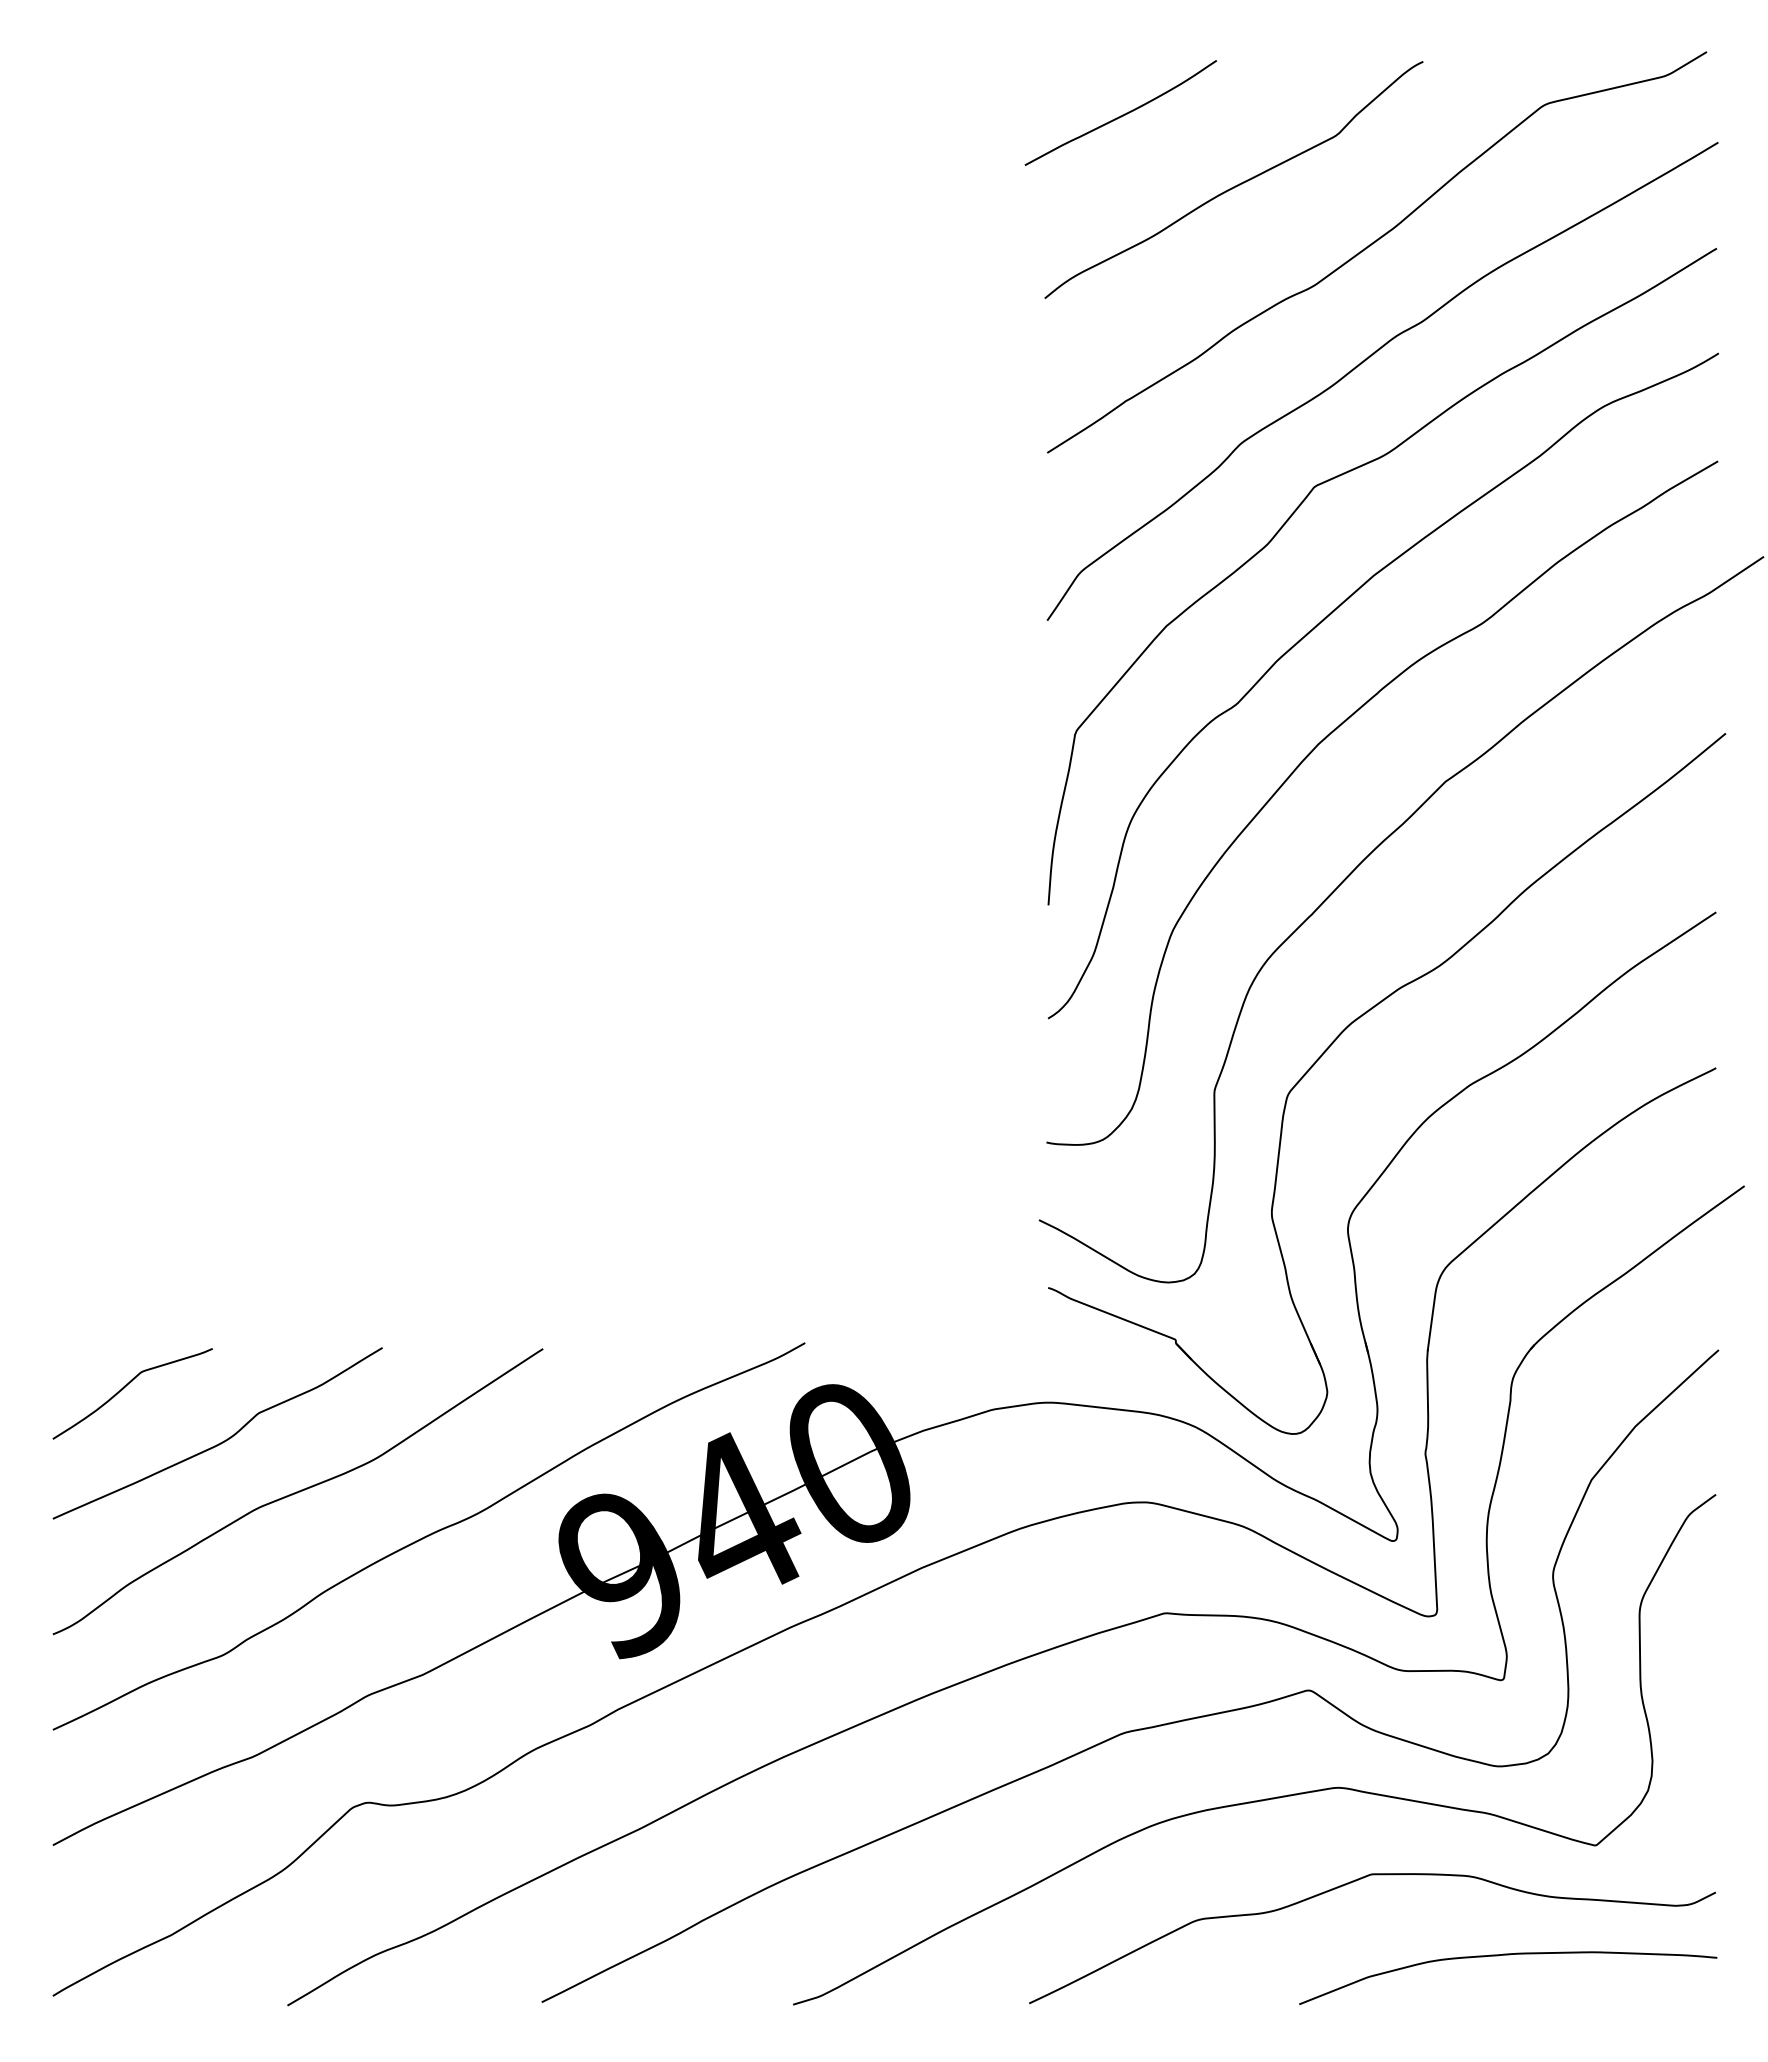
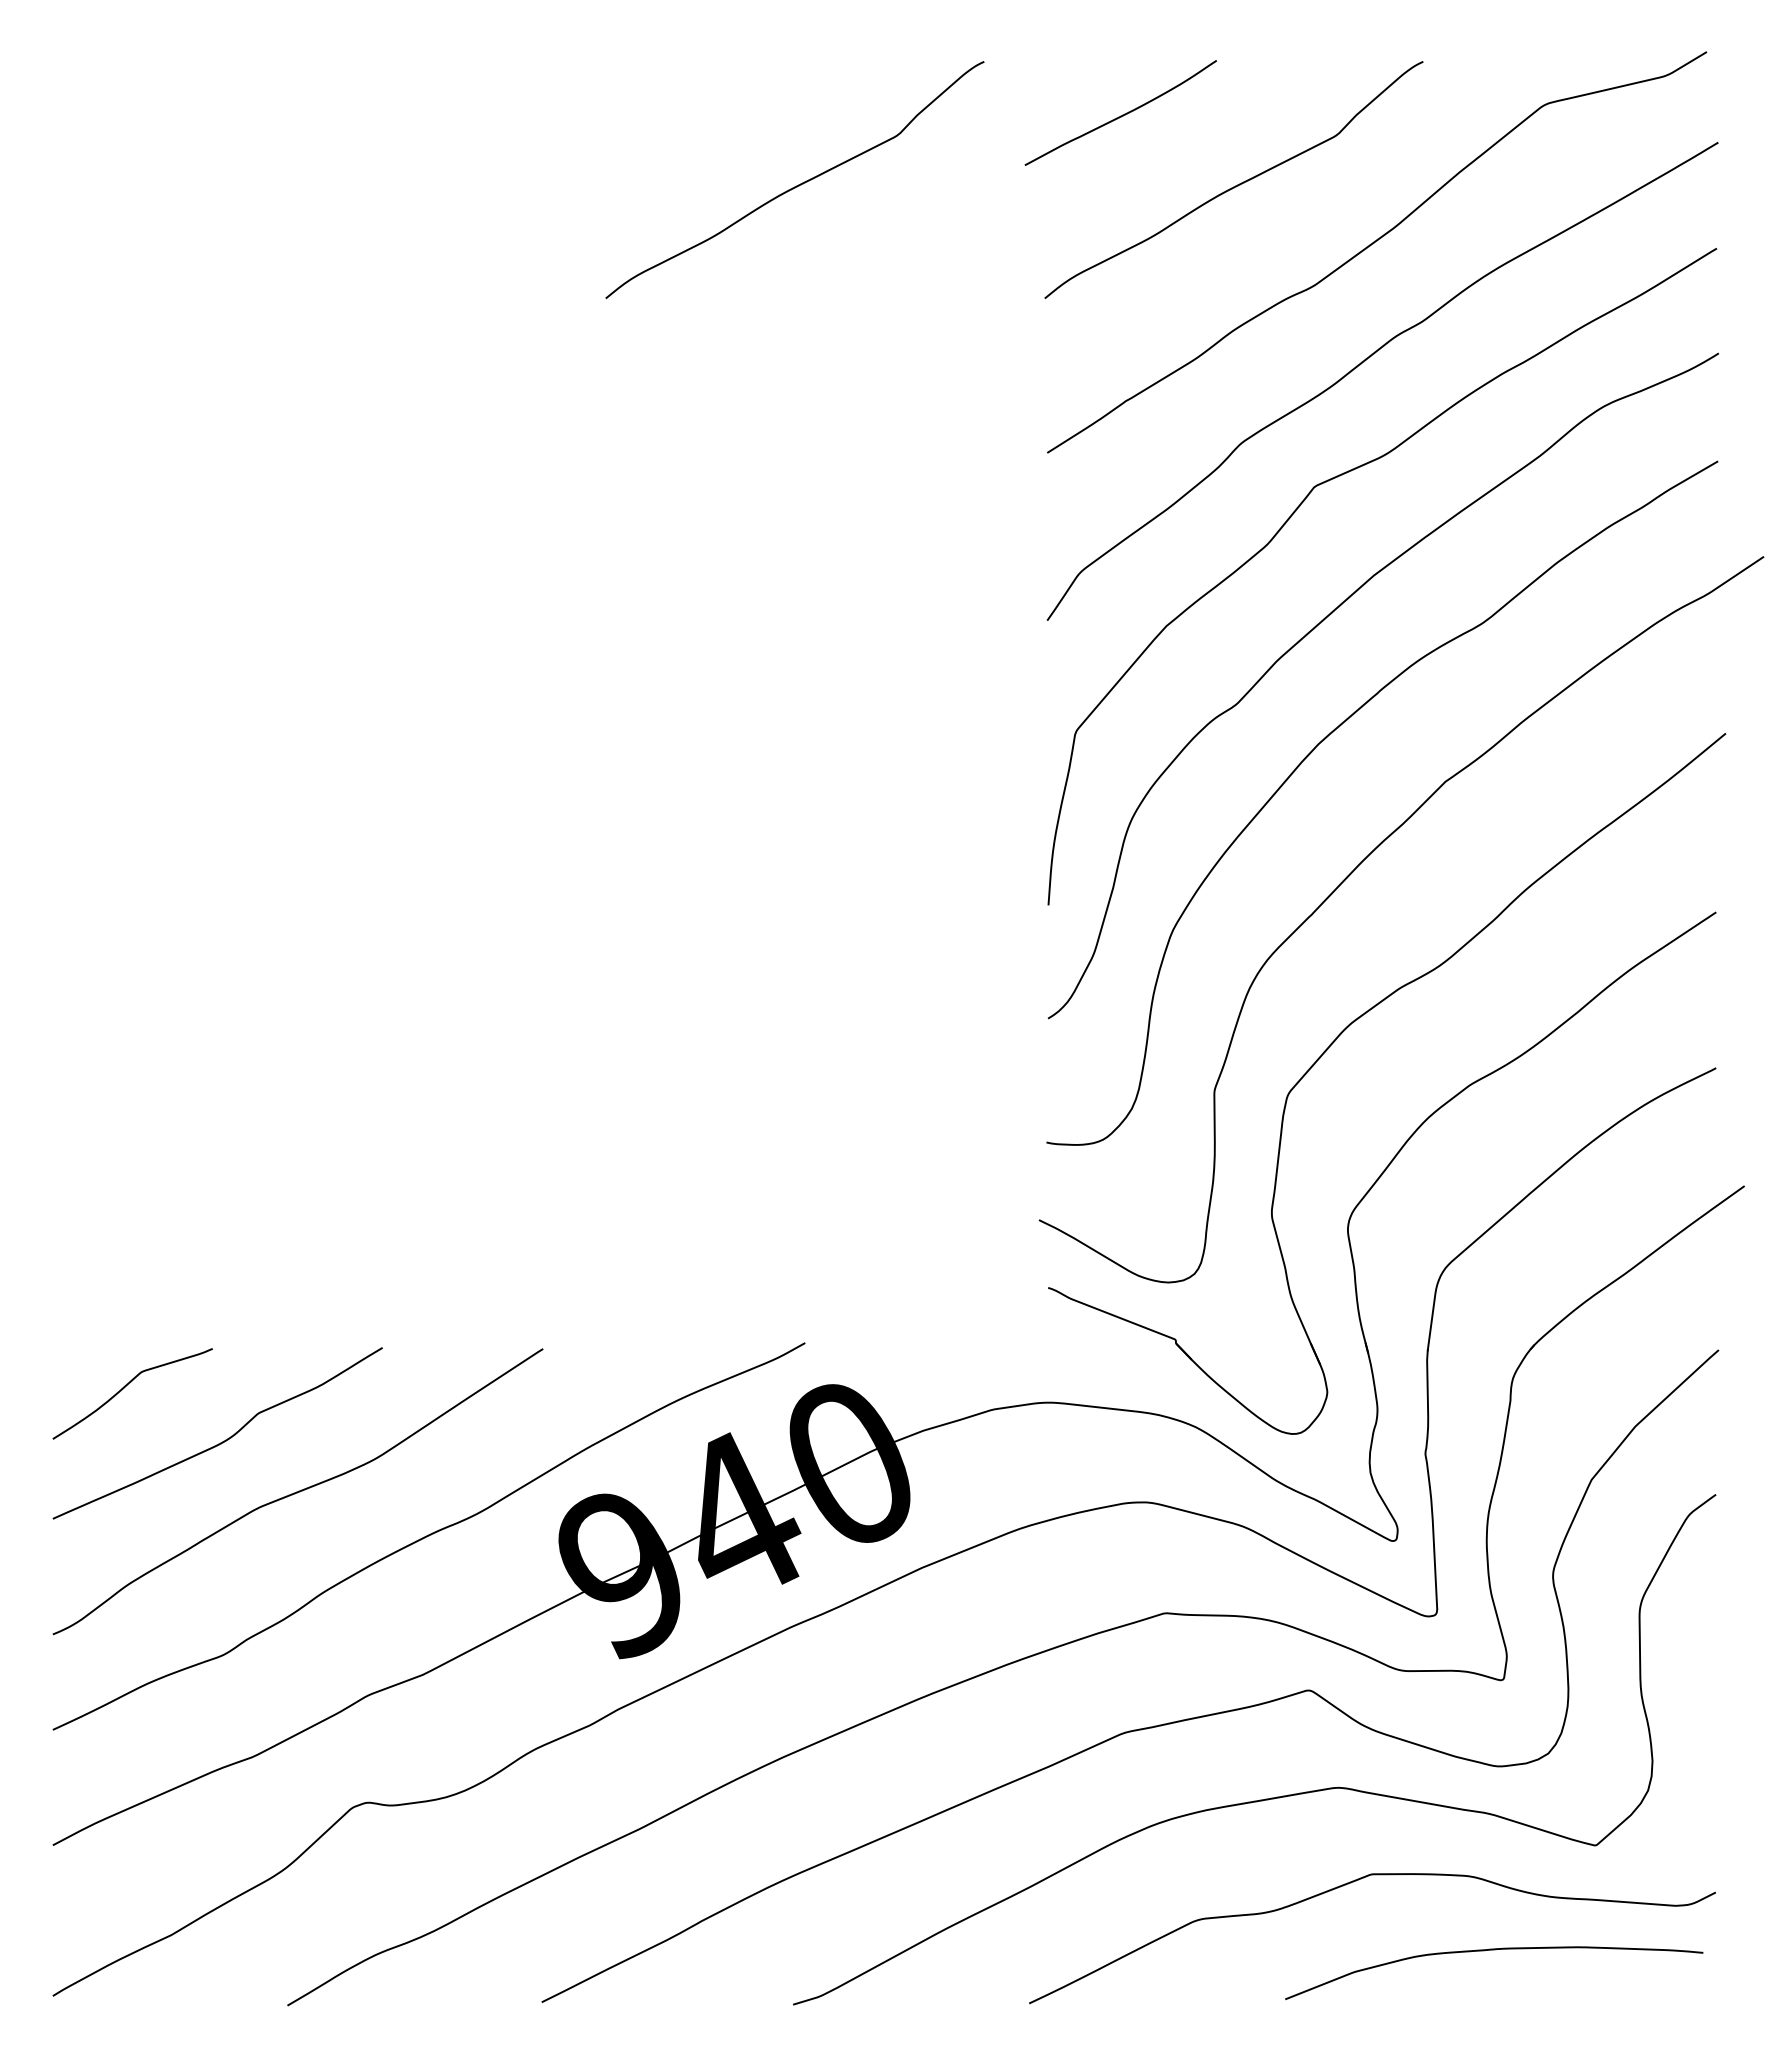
curve at (796, 185): none -> present
curve at (1508, 1955) position: (1508, 1955) -> (1494, 1950)
